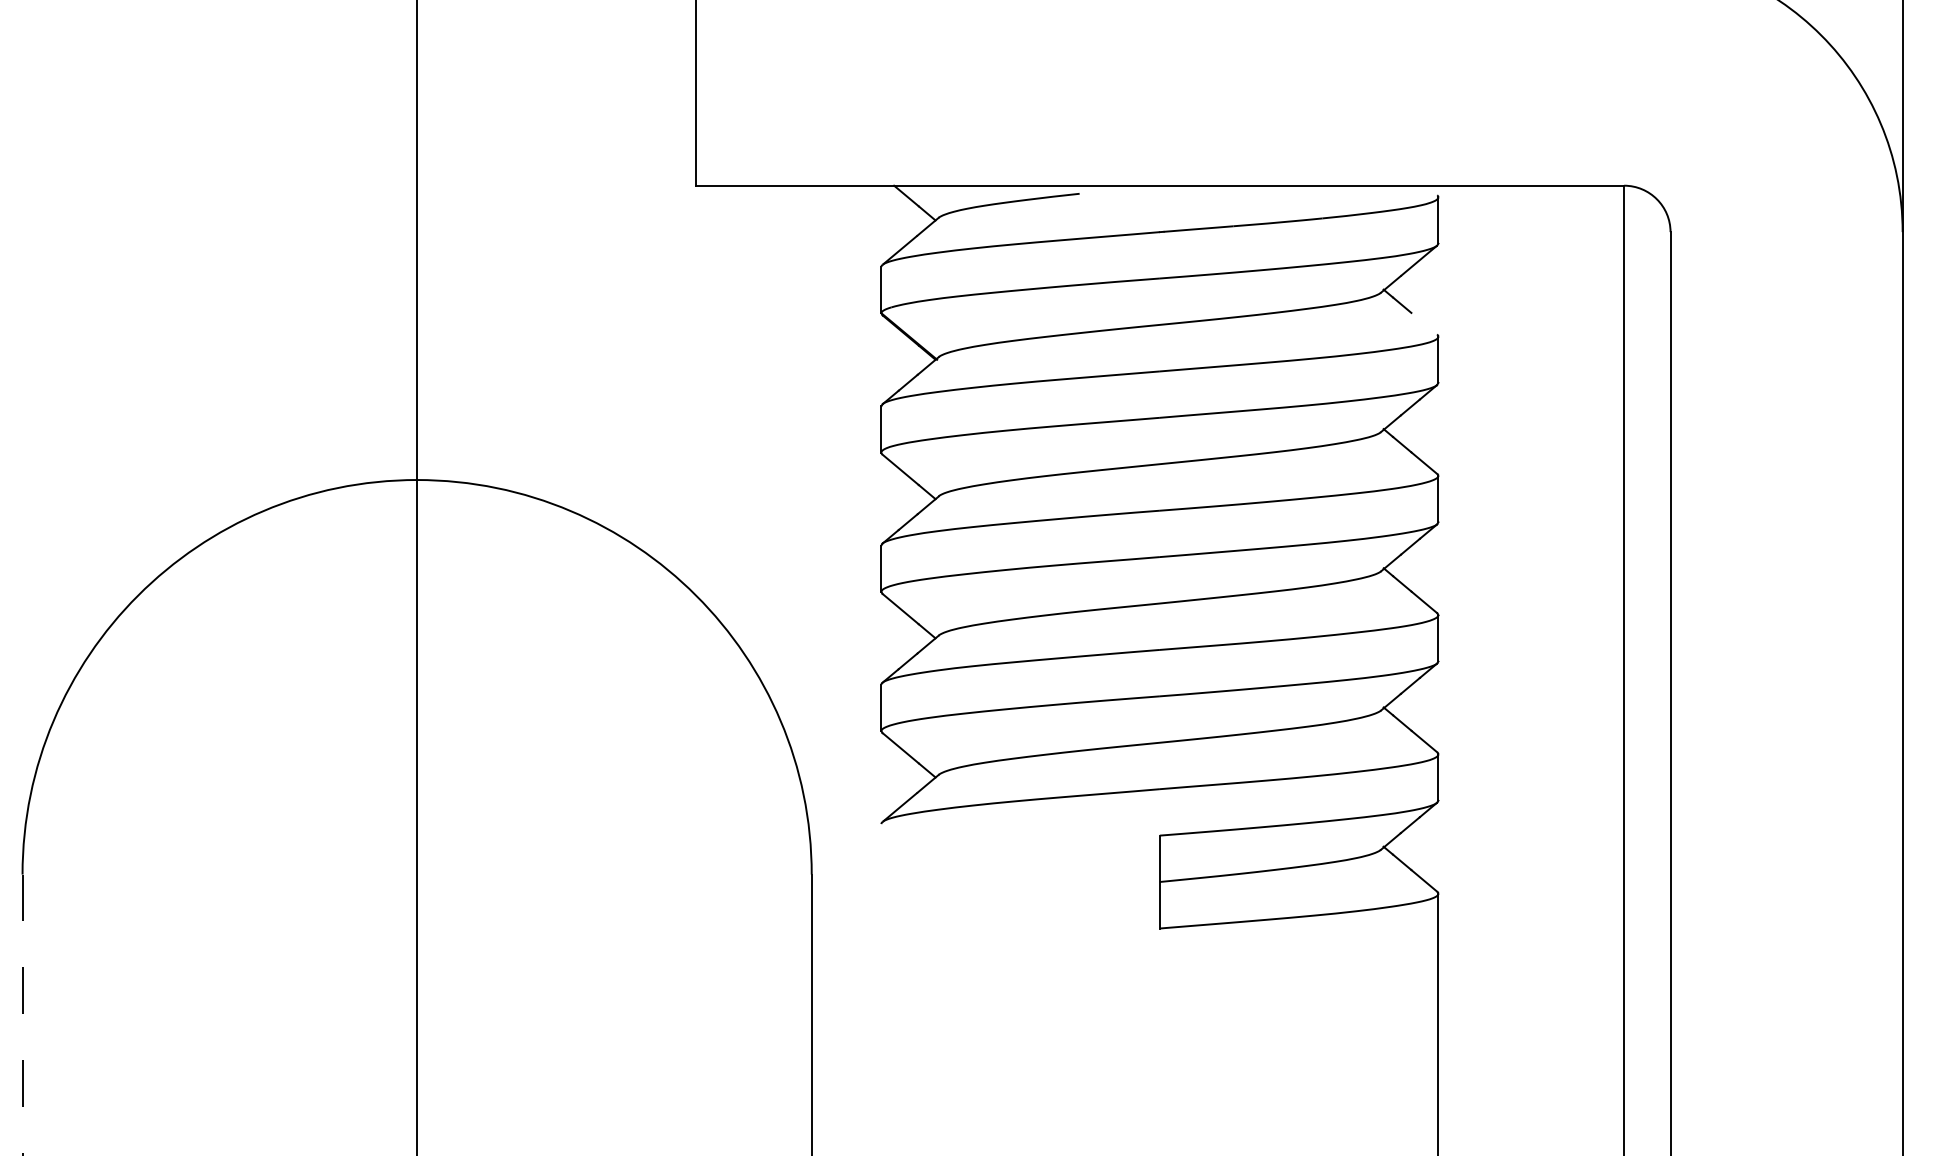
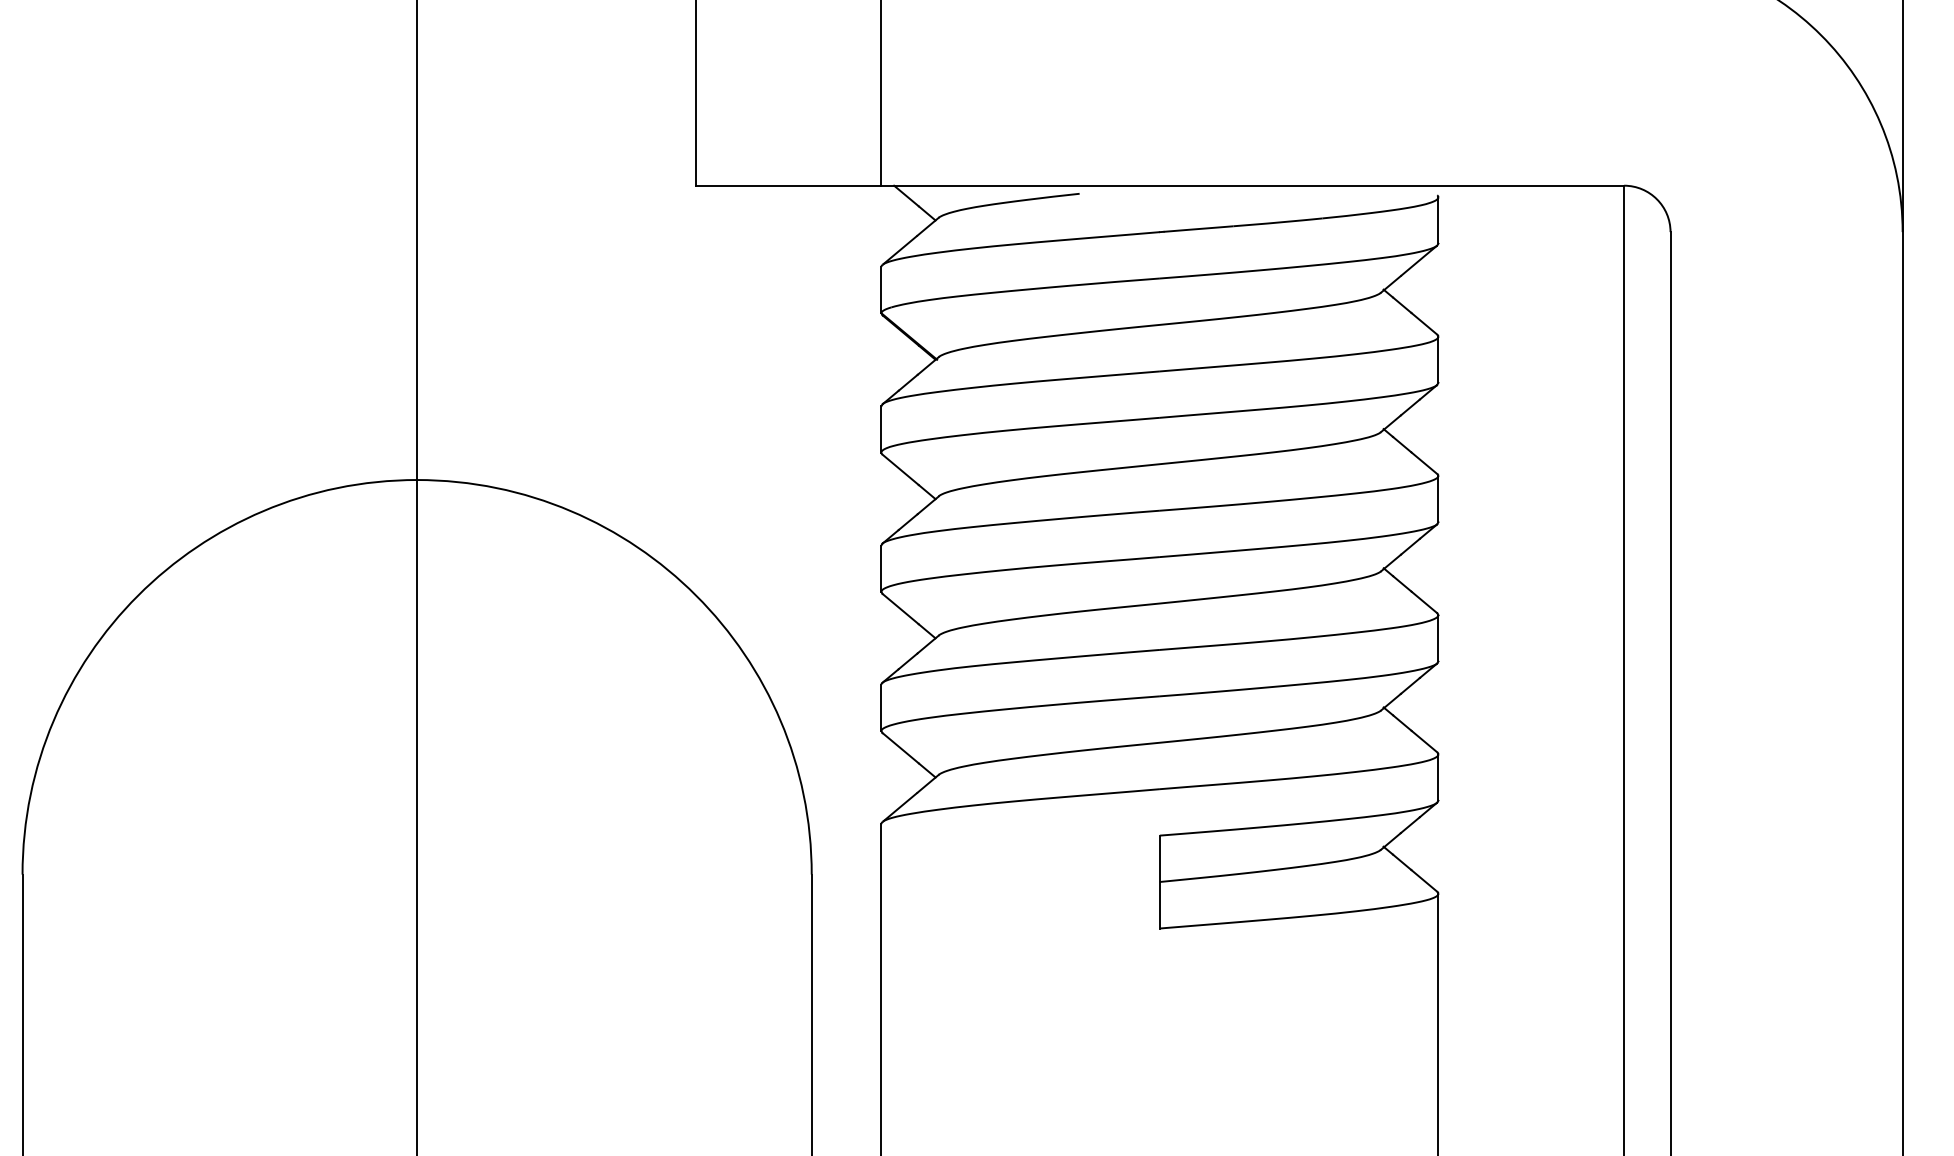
line at (881, 93): none -> present
line at (1424, 323): none -> present
line at (881, 988): none -> present
line at (22, 1015): dashed -> solid
